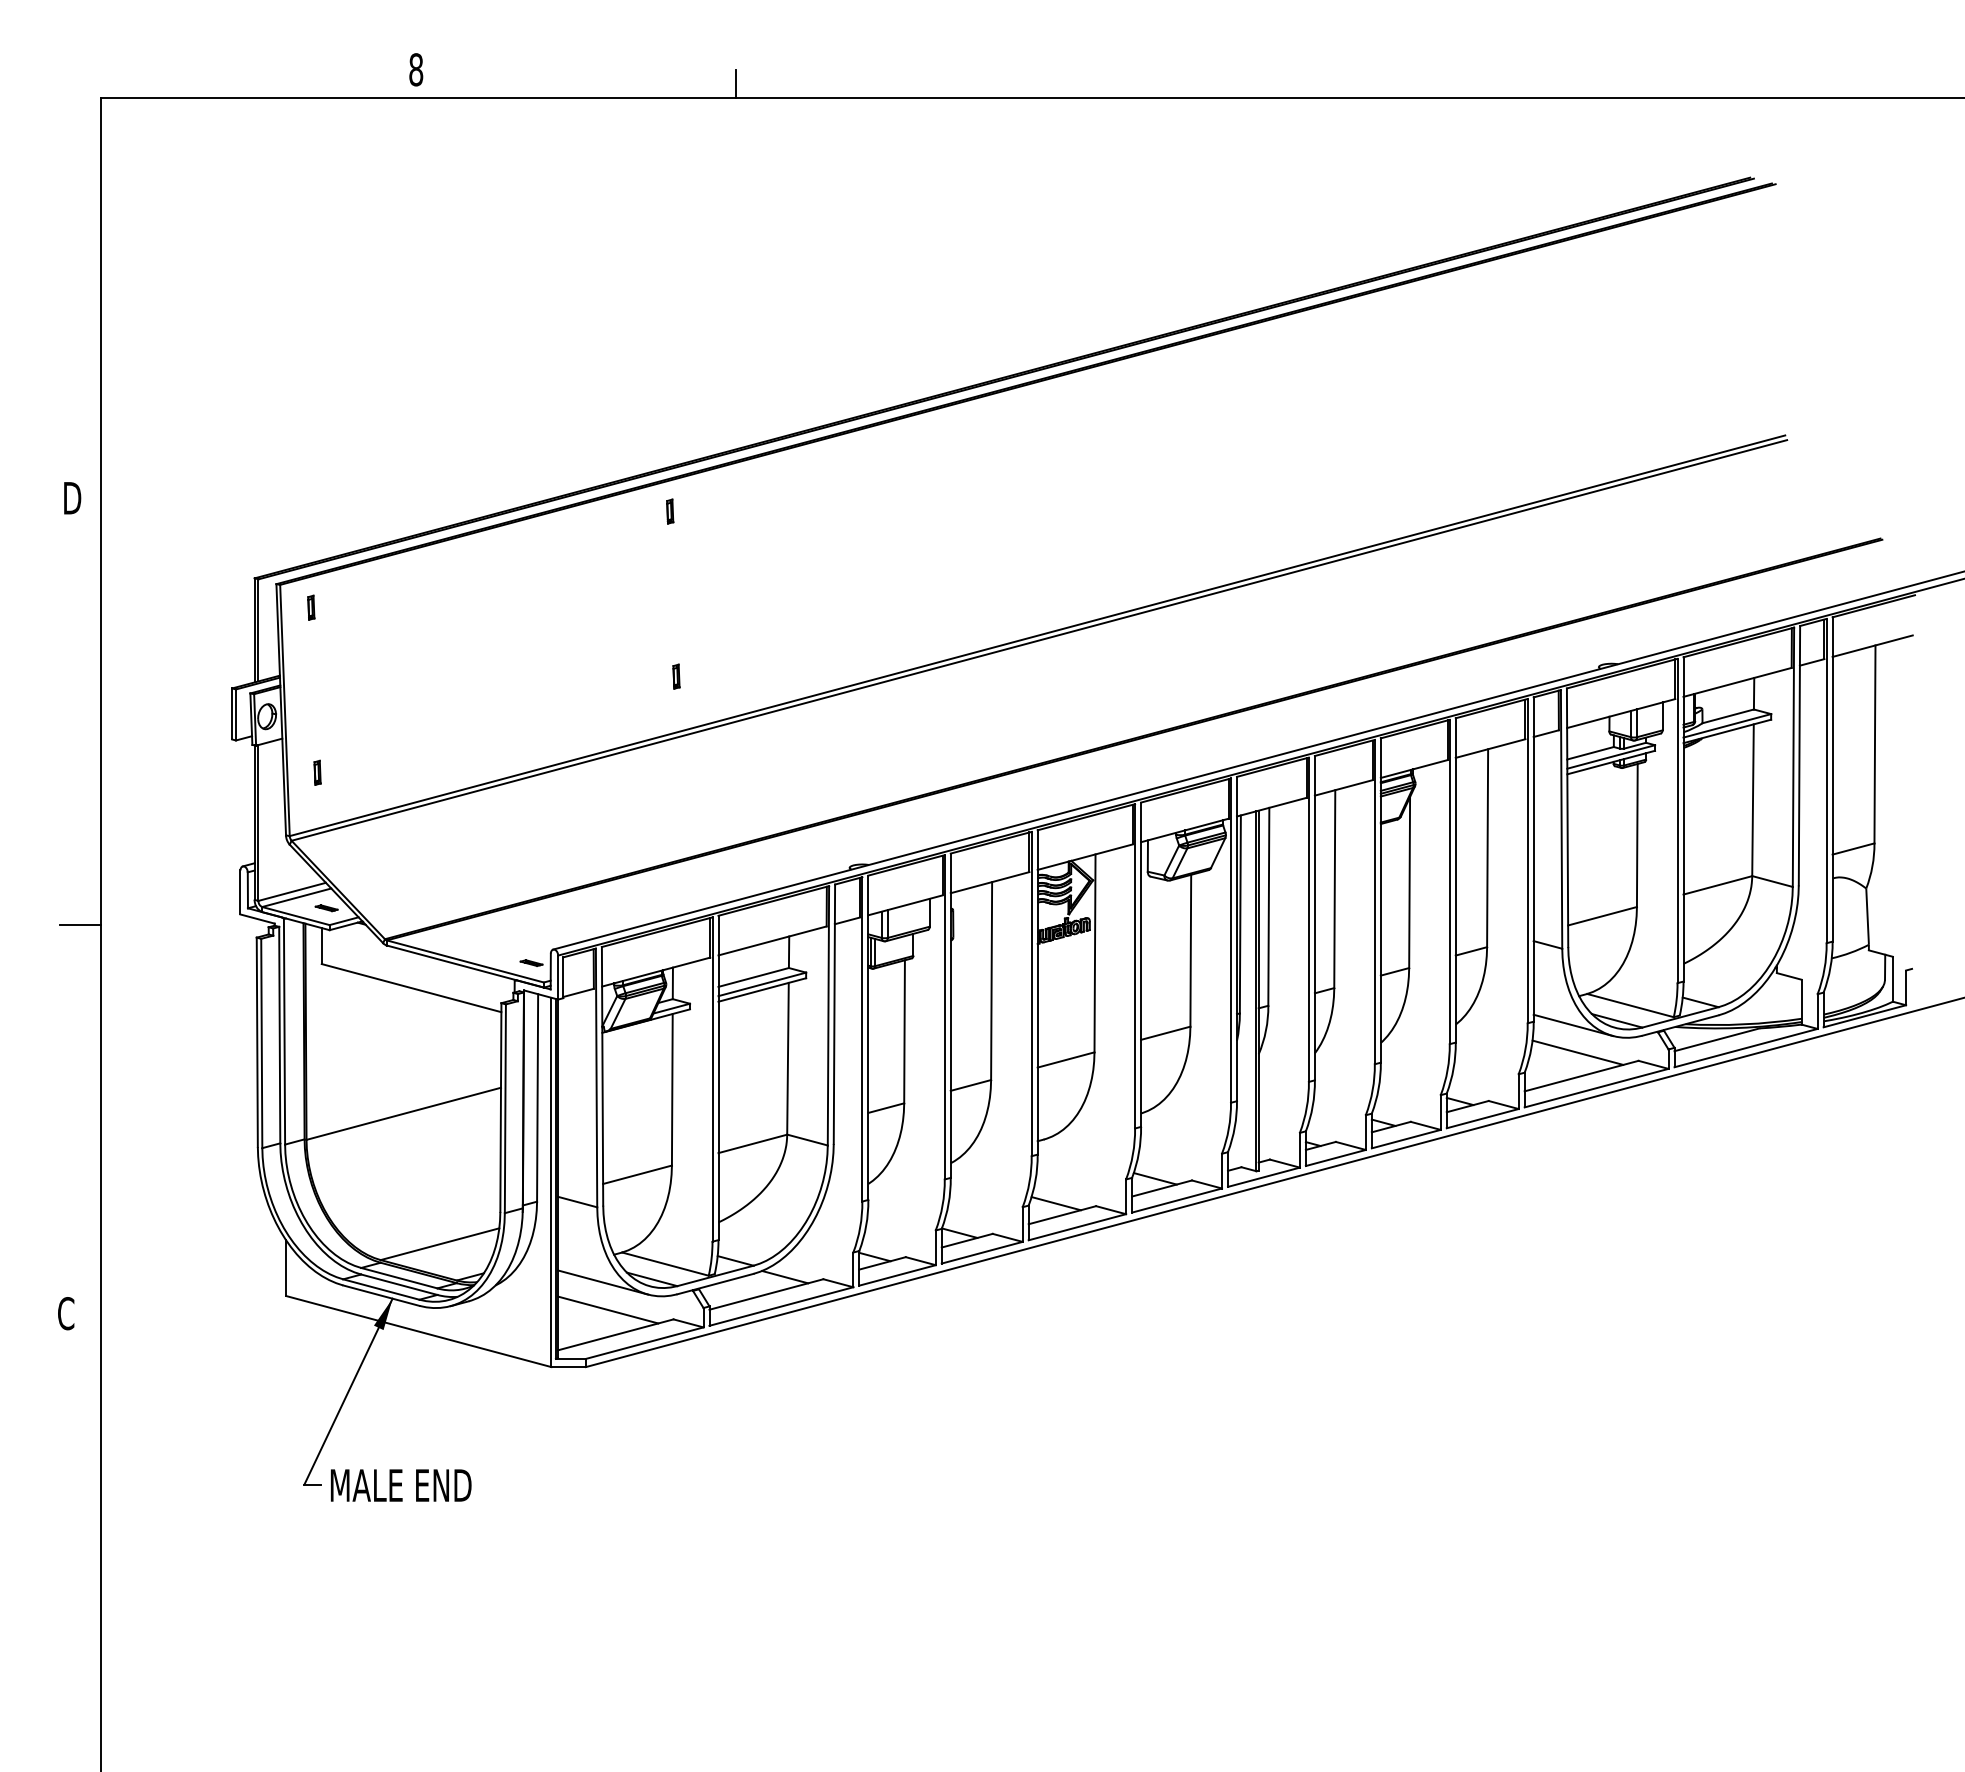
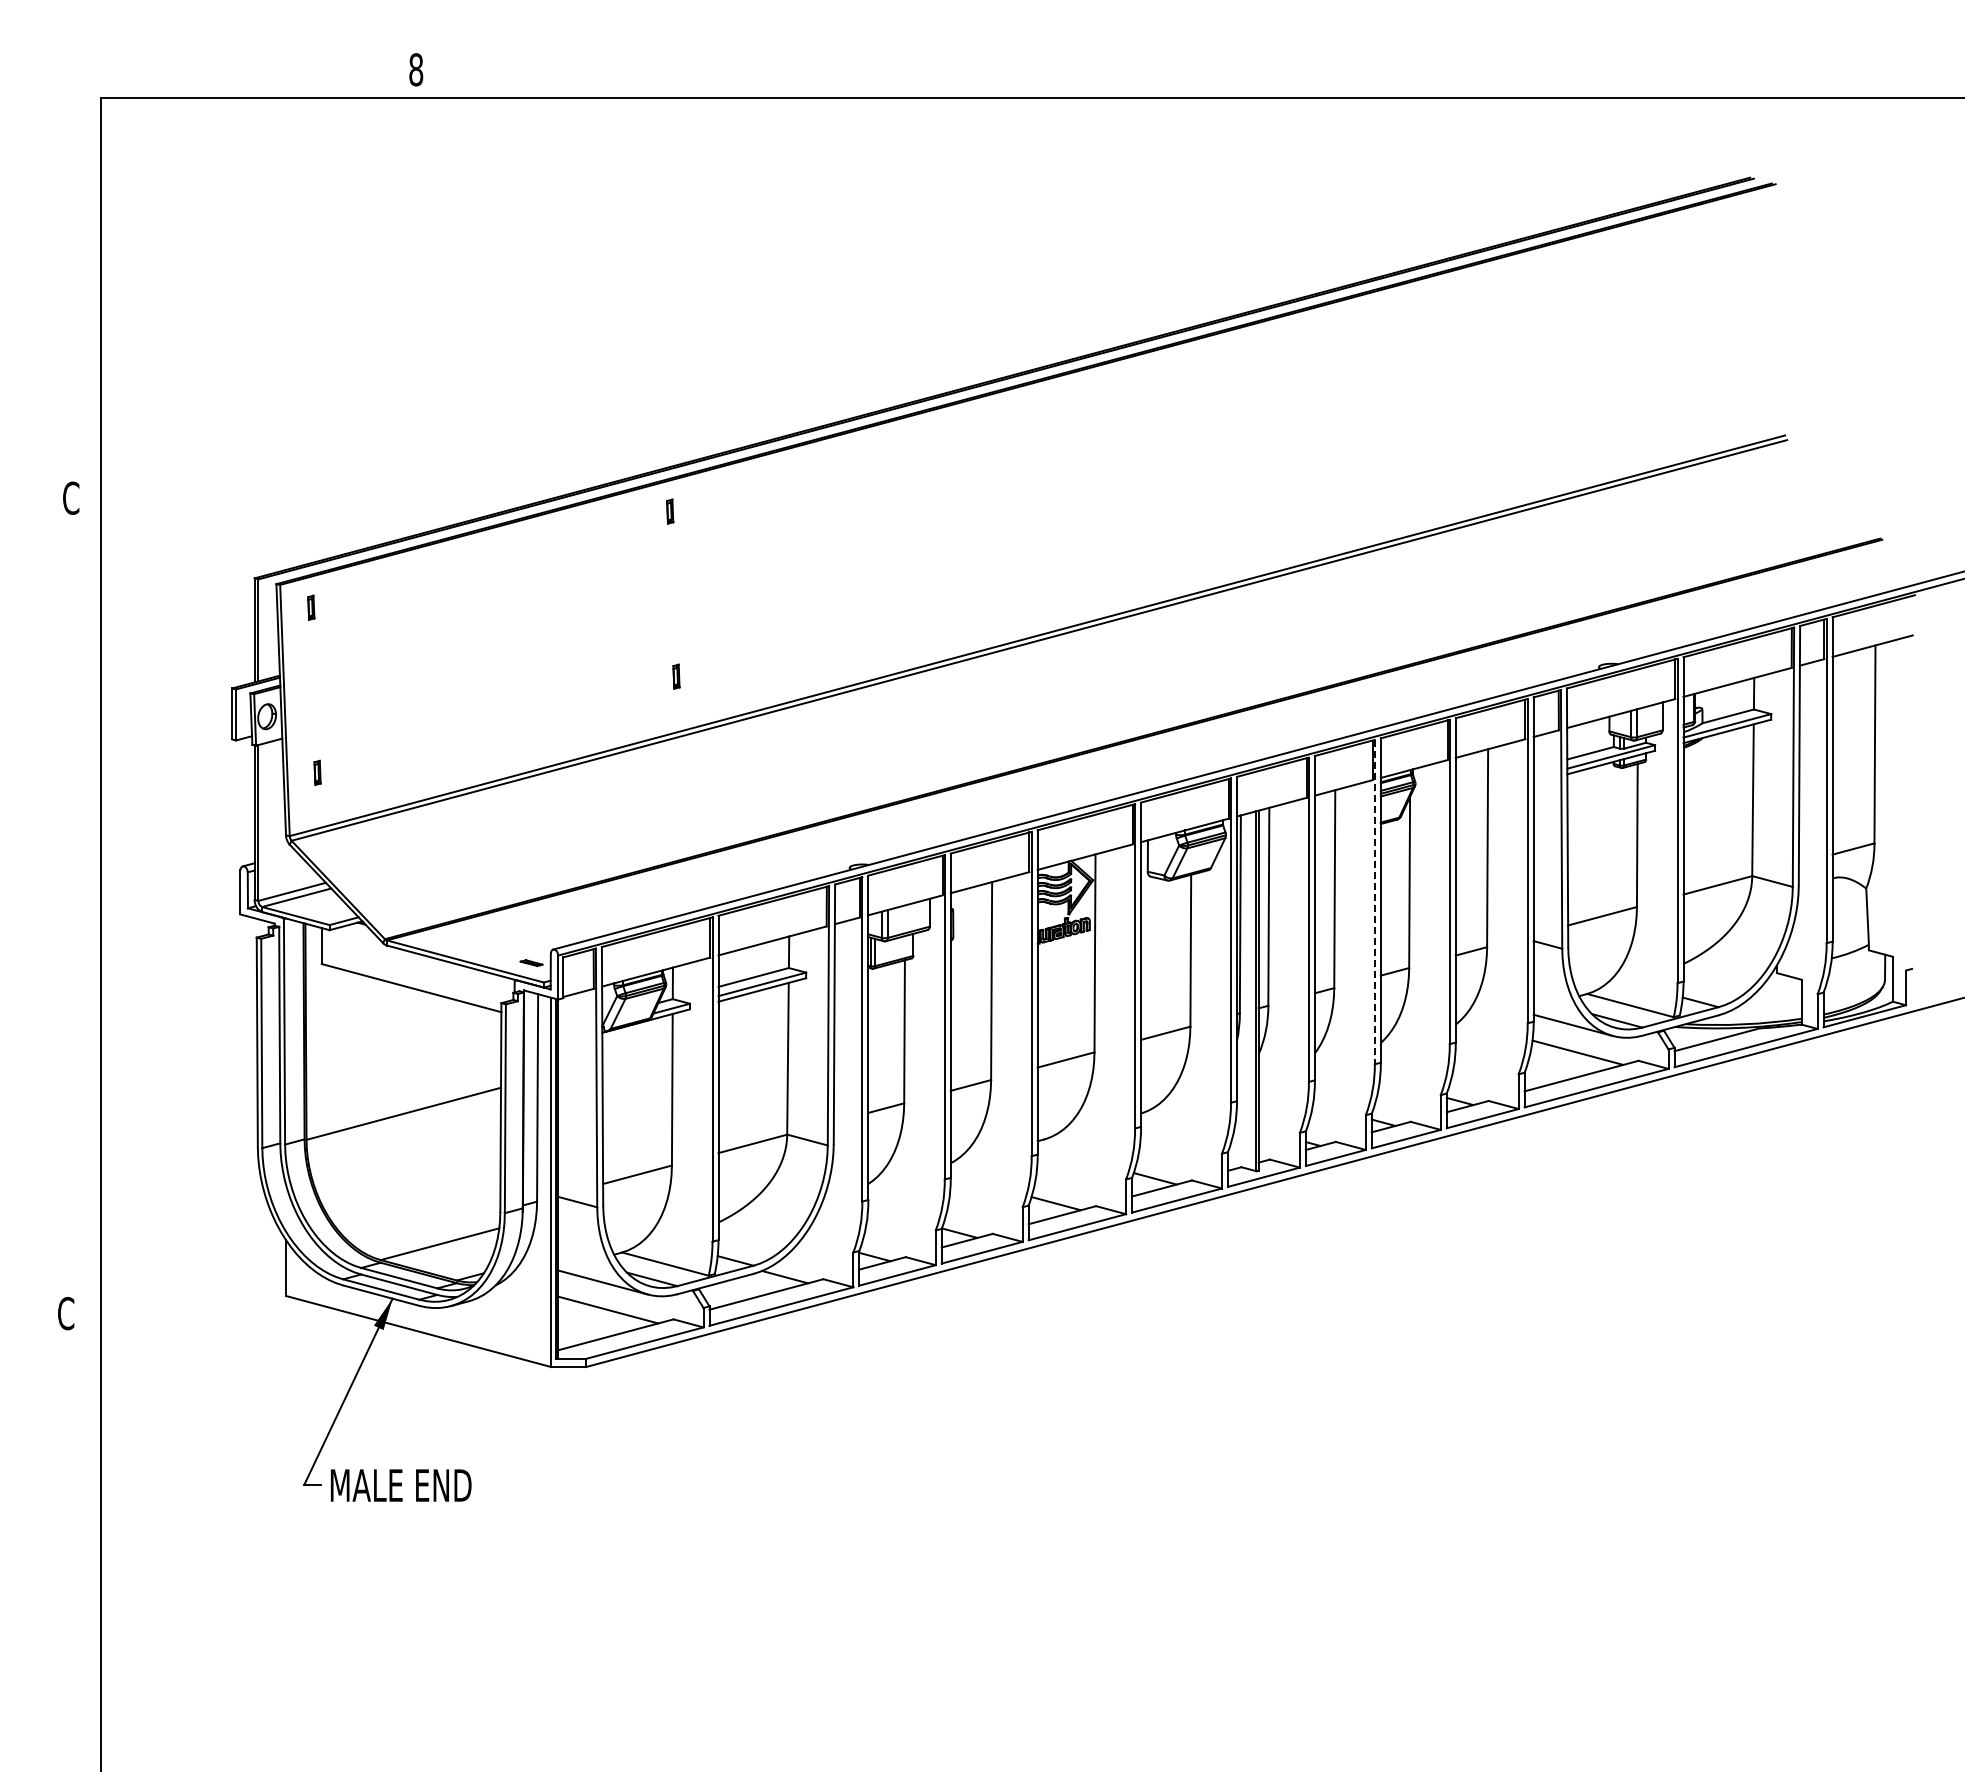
line at (736, 83): present -> none
text at (72, 497): D -> C
line at (1374, 902): solid -> dashed
part at (326, 908): present -> none
line at (80, 925): present -> none
